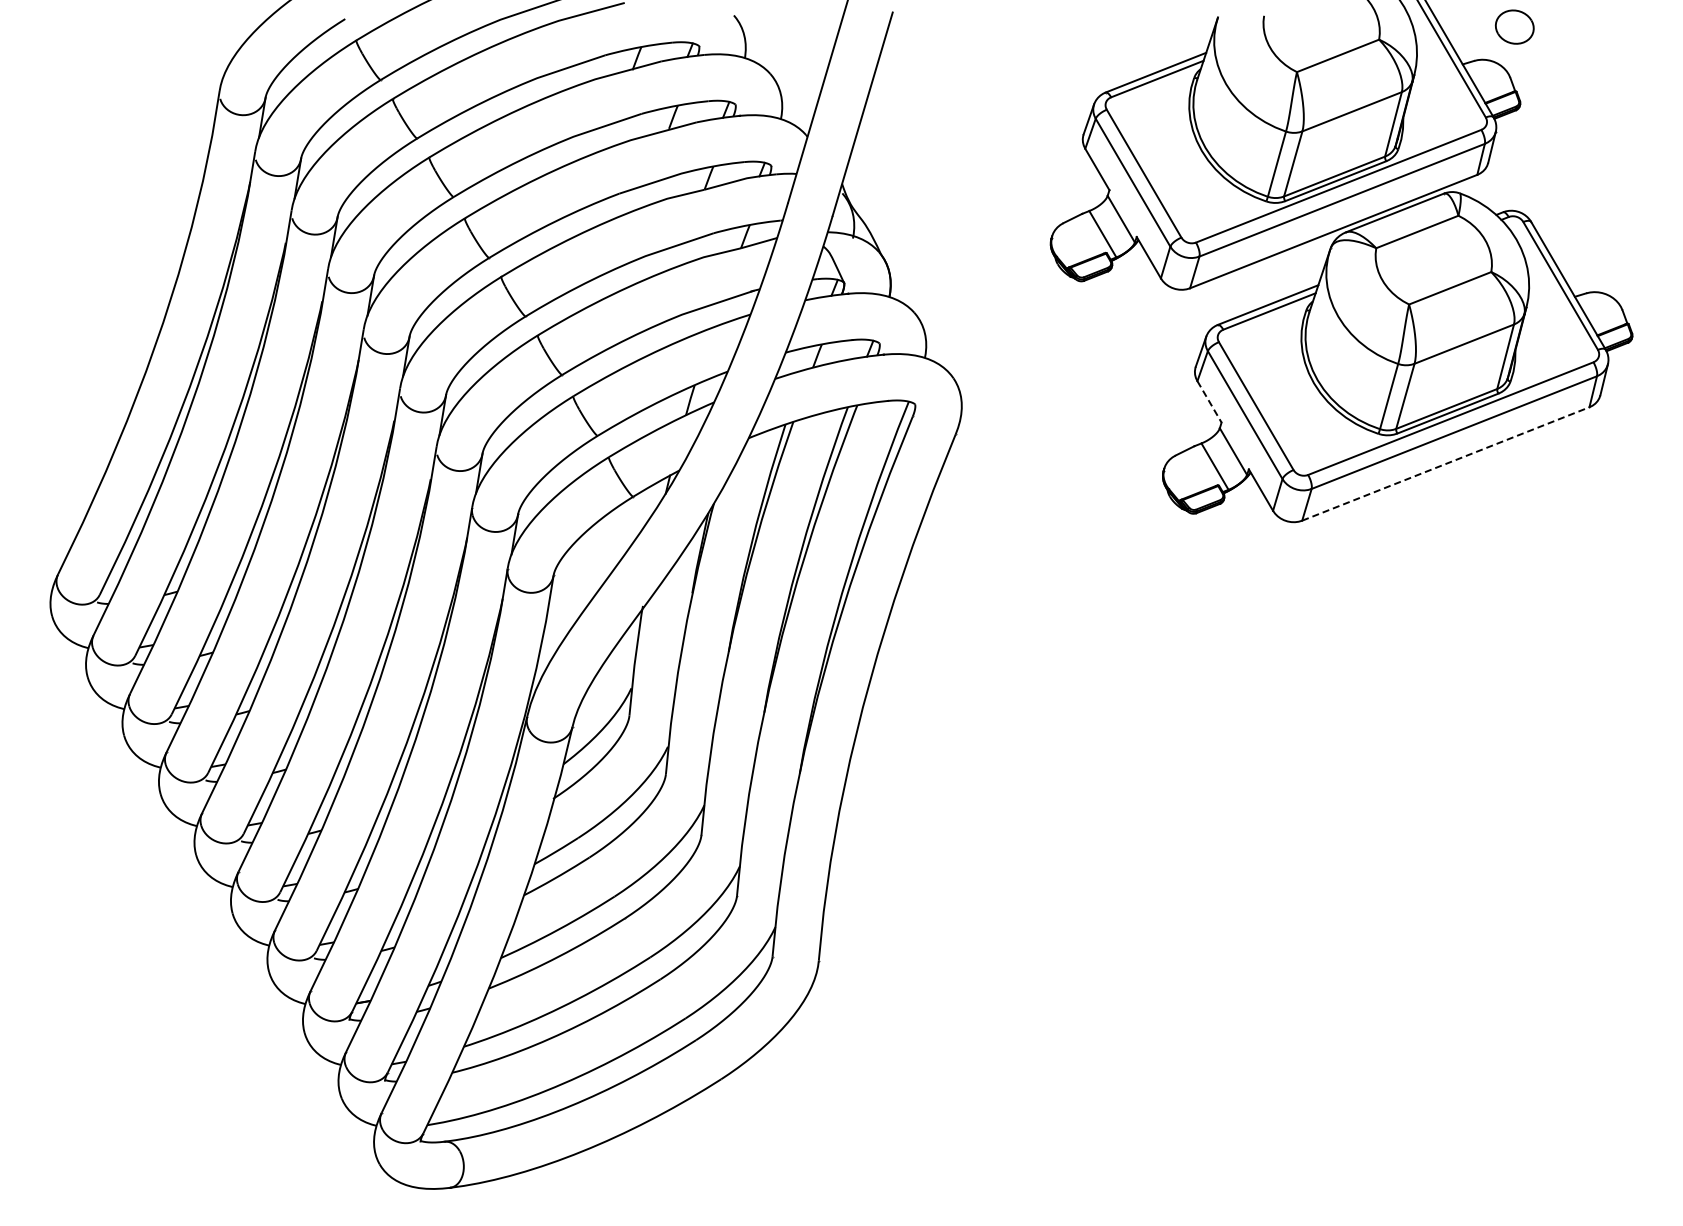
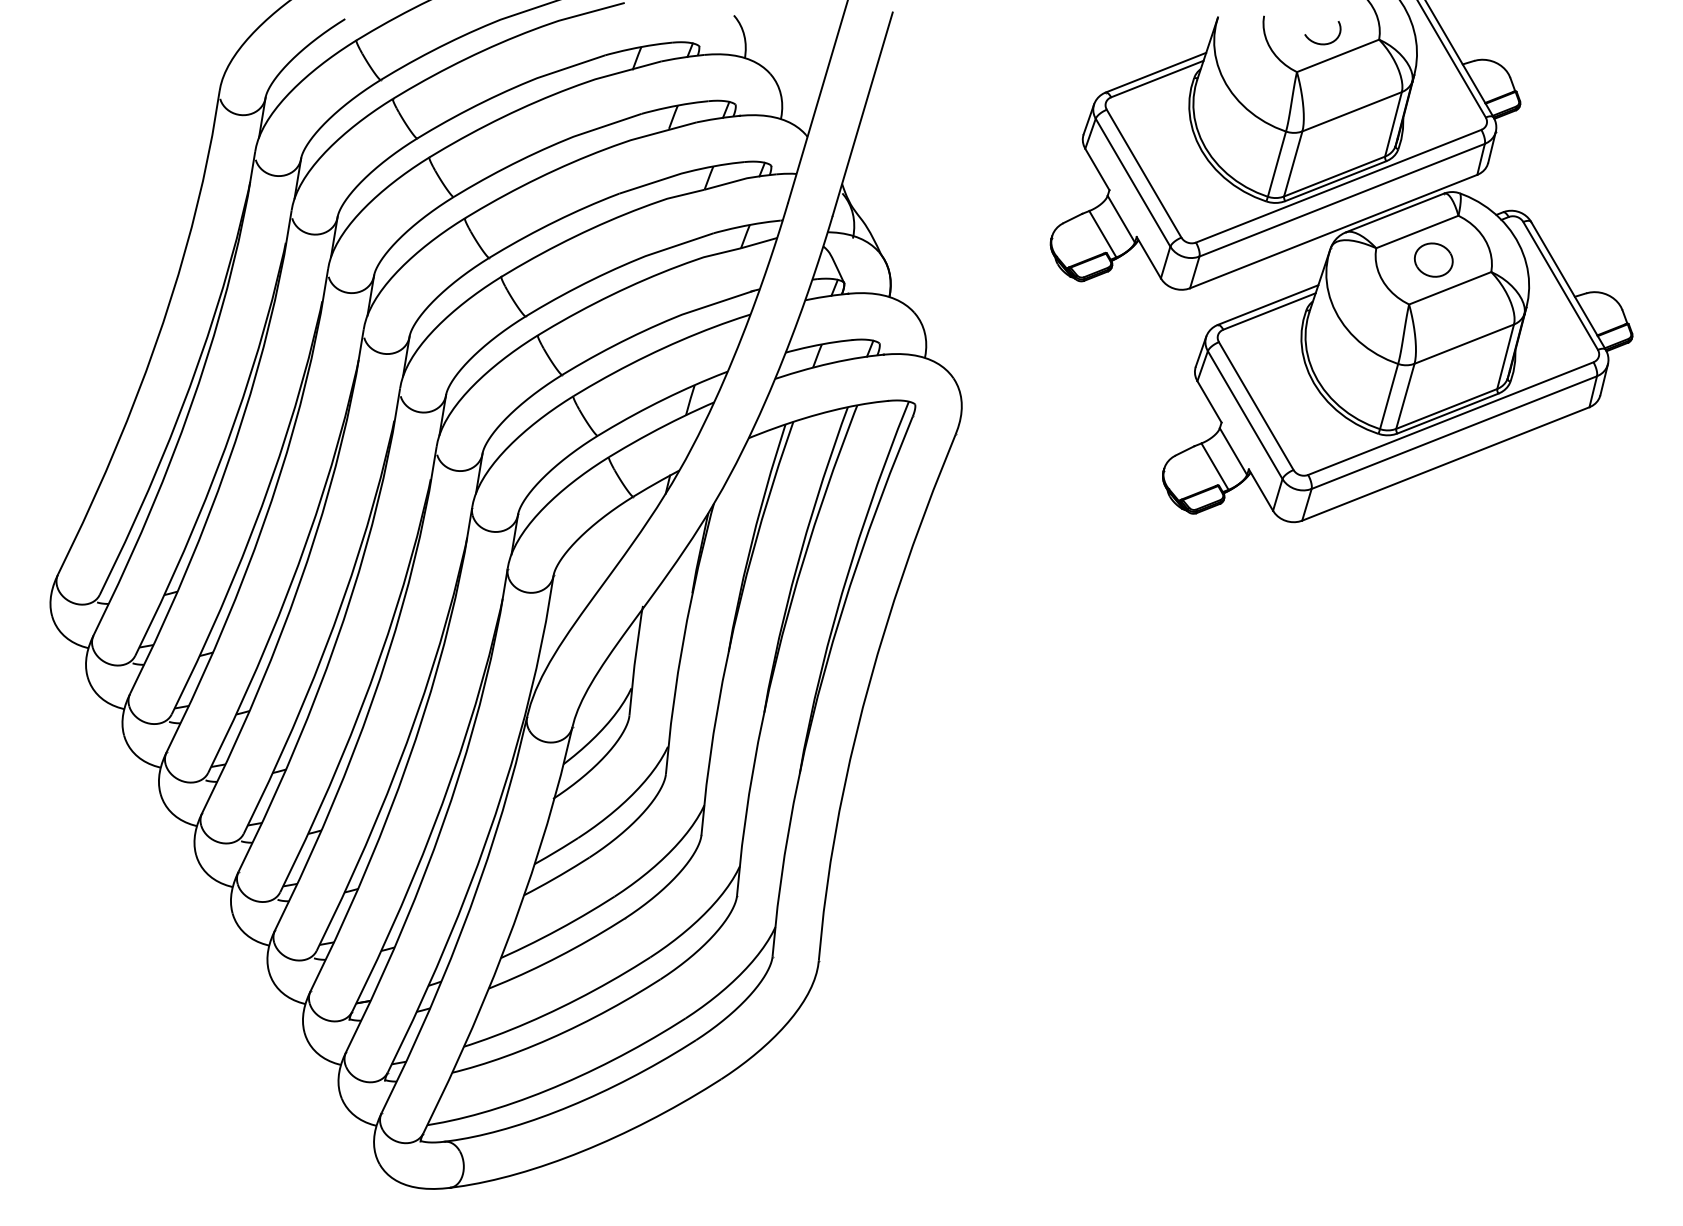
part at (1514, 26) position: (1514, 26) -> (1433, 259)
curve at (1322, 43): none -> present
line at (1209, 401): dashed -> solid
line at (1446, 463): dashed -> solid
